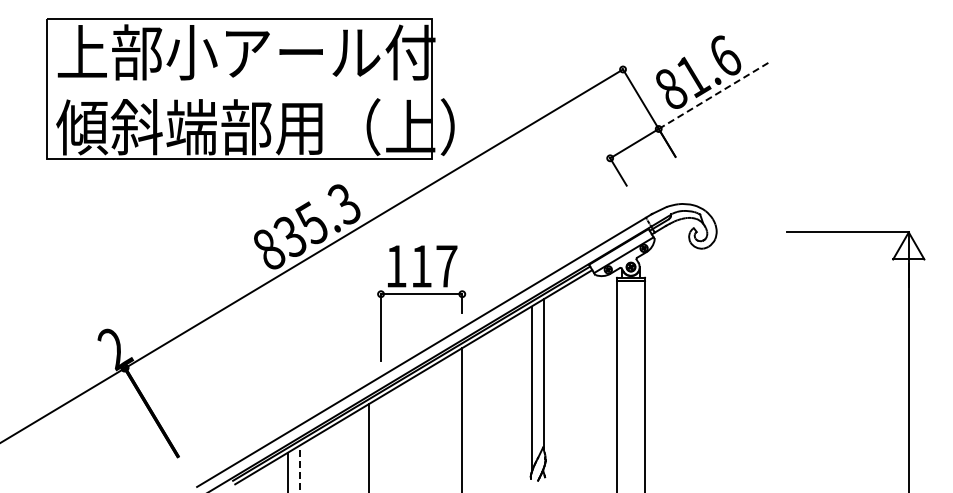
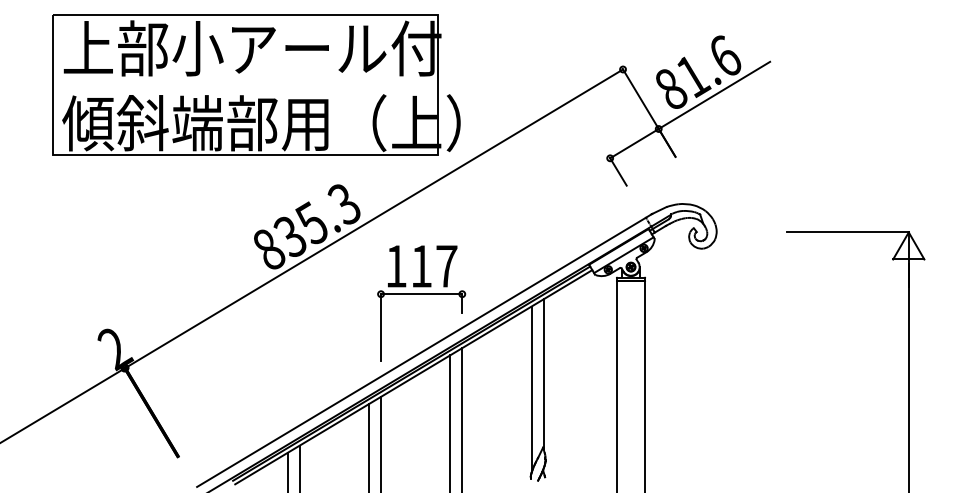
part at (250, 88) position: (250, 88) -> (256, 84)
line at (714, 95): dashed -> solid
line at (450, 422): none -> present
line at (381, 443): none -> present
line at (299, 468): dashed -> solid
